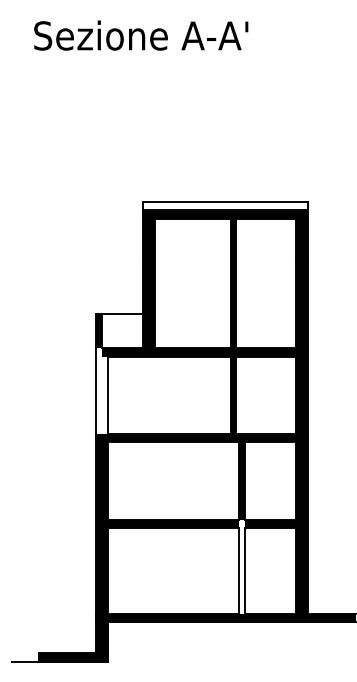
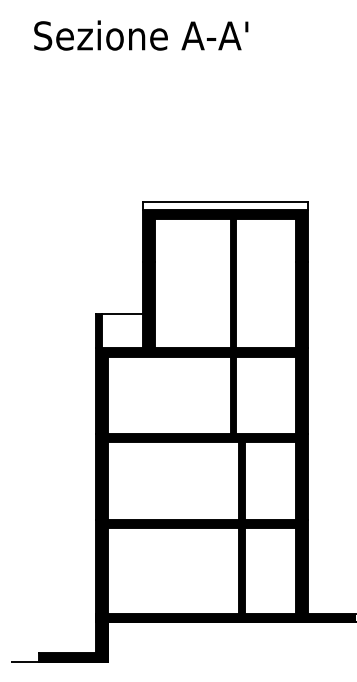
fill at (101, 390): none -> present
fill at (242, 566): none -> present
